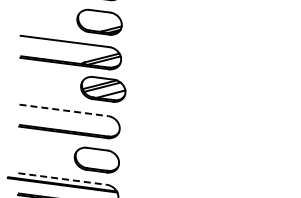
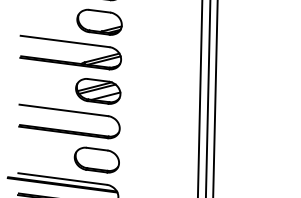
part at (103, 89) position: (103, 89) -> (98, 91)
line at (199, 98): none -> present
line at (208, 98): none -> present
line at (215, 98): none -> present
line at (63, 110): dashed -> solid
line at (62, 179): dashed -> solid
